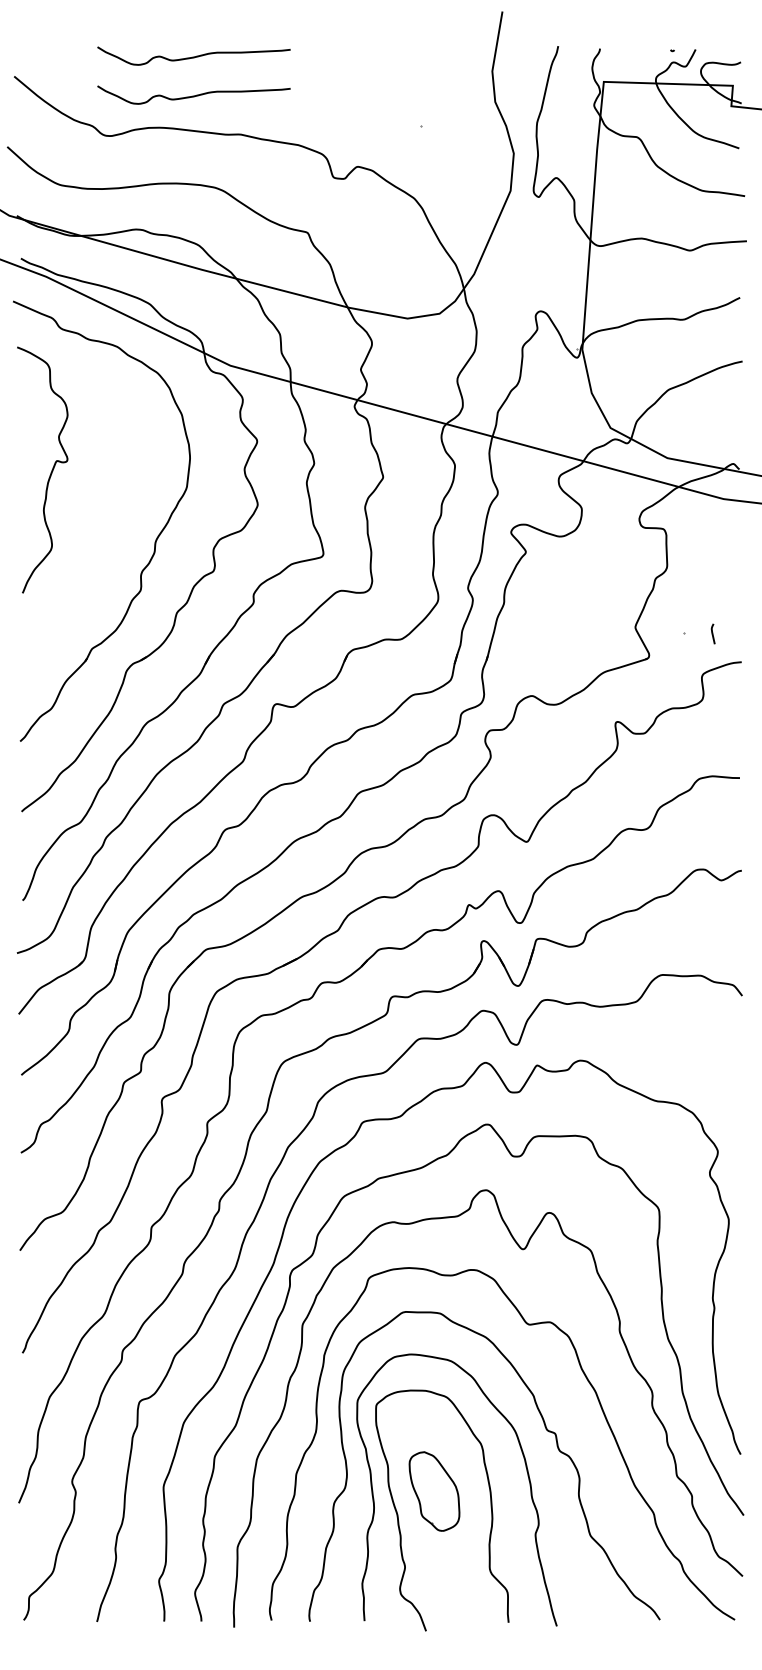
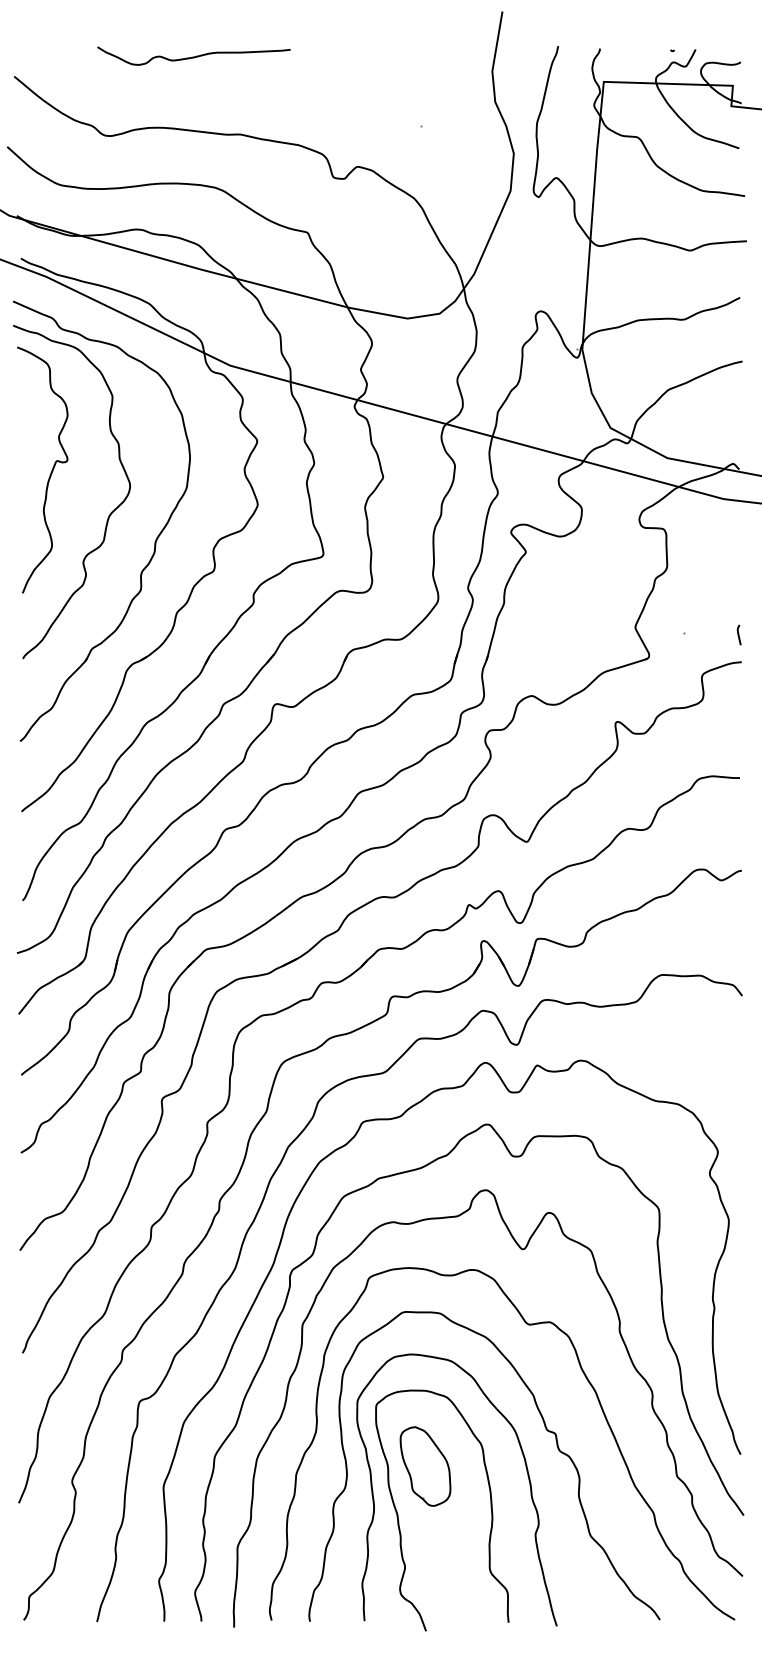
curve at (193, 95): present -> none
curve at (108, 515): none -> present
curve at (712, 633) position: (712, 633) -> (738, 634)
part at (434, 1491) position: (434, 1491) -> (425, 1466)
